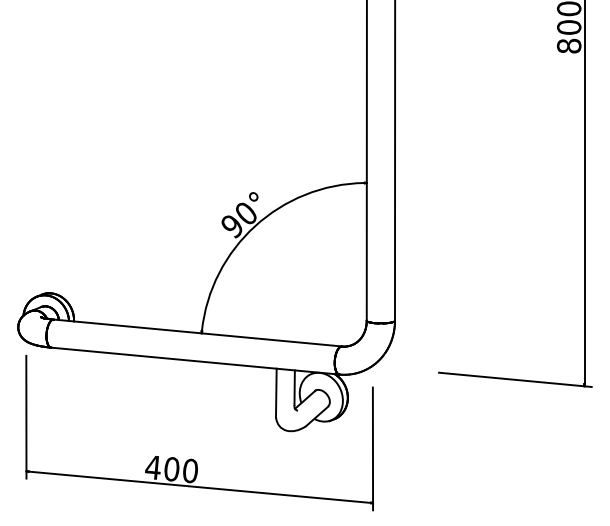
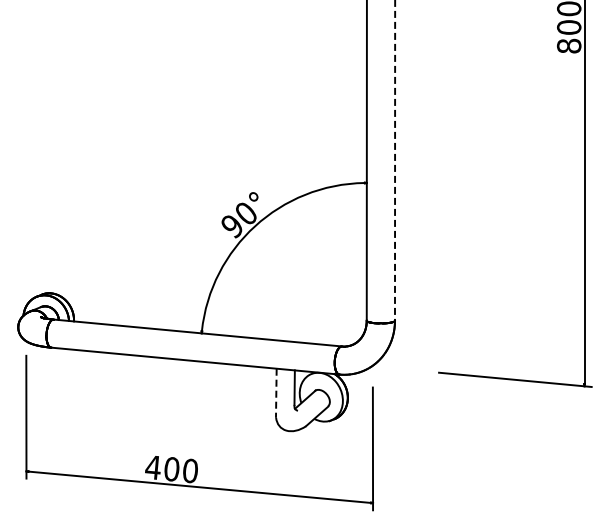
line at (395, 160): solid -> dashed
line at (276, 393): solid -> dashed
